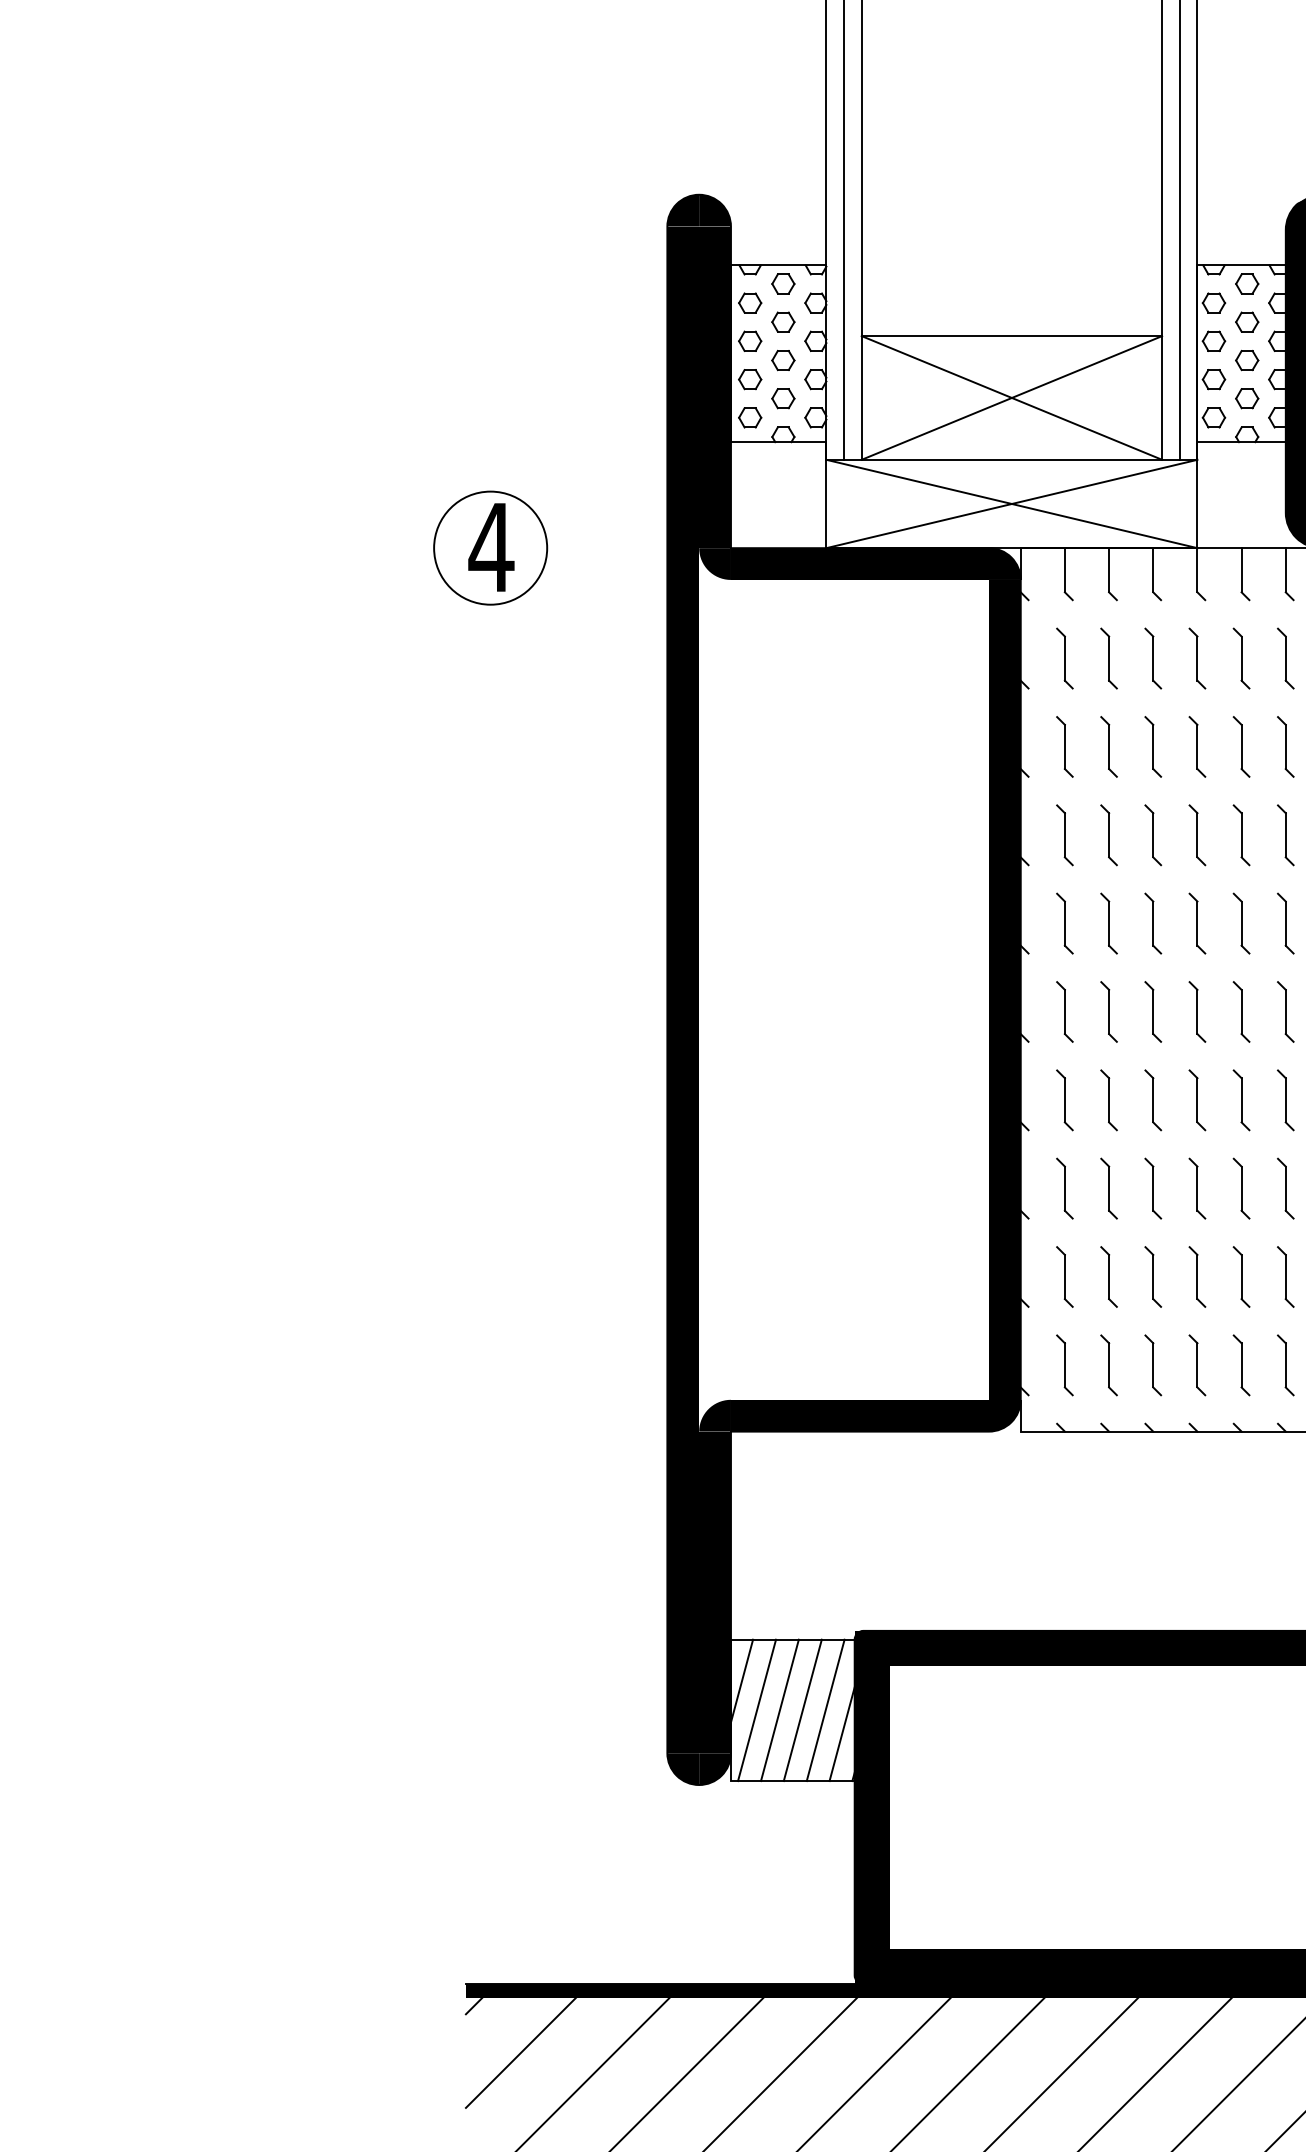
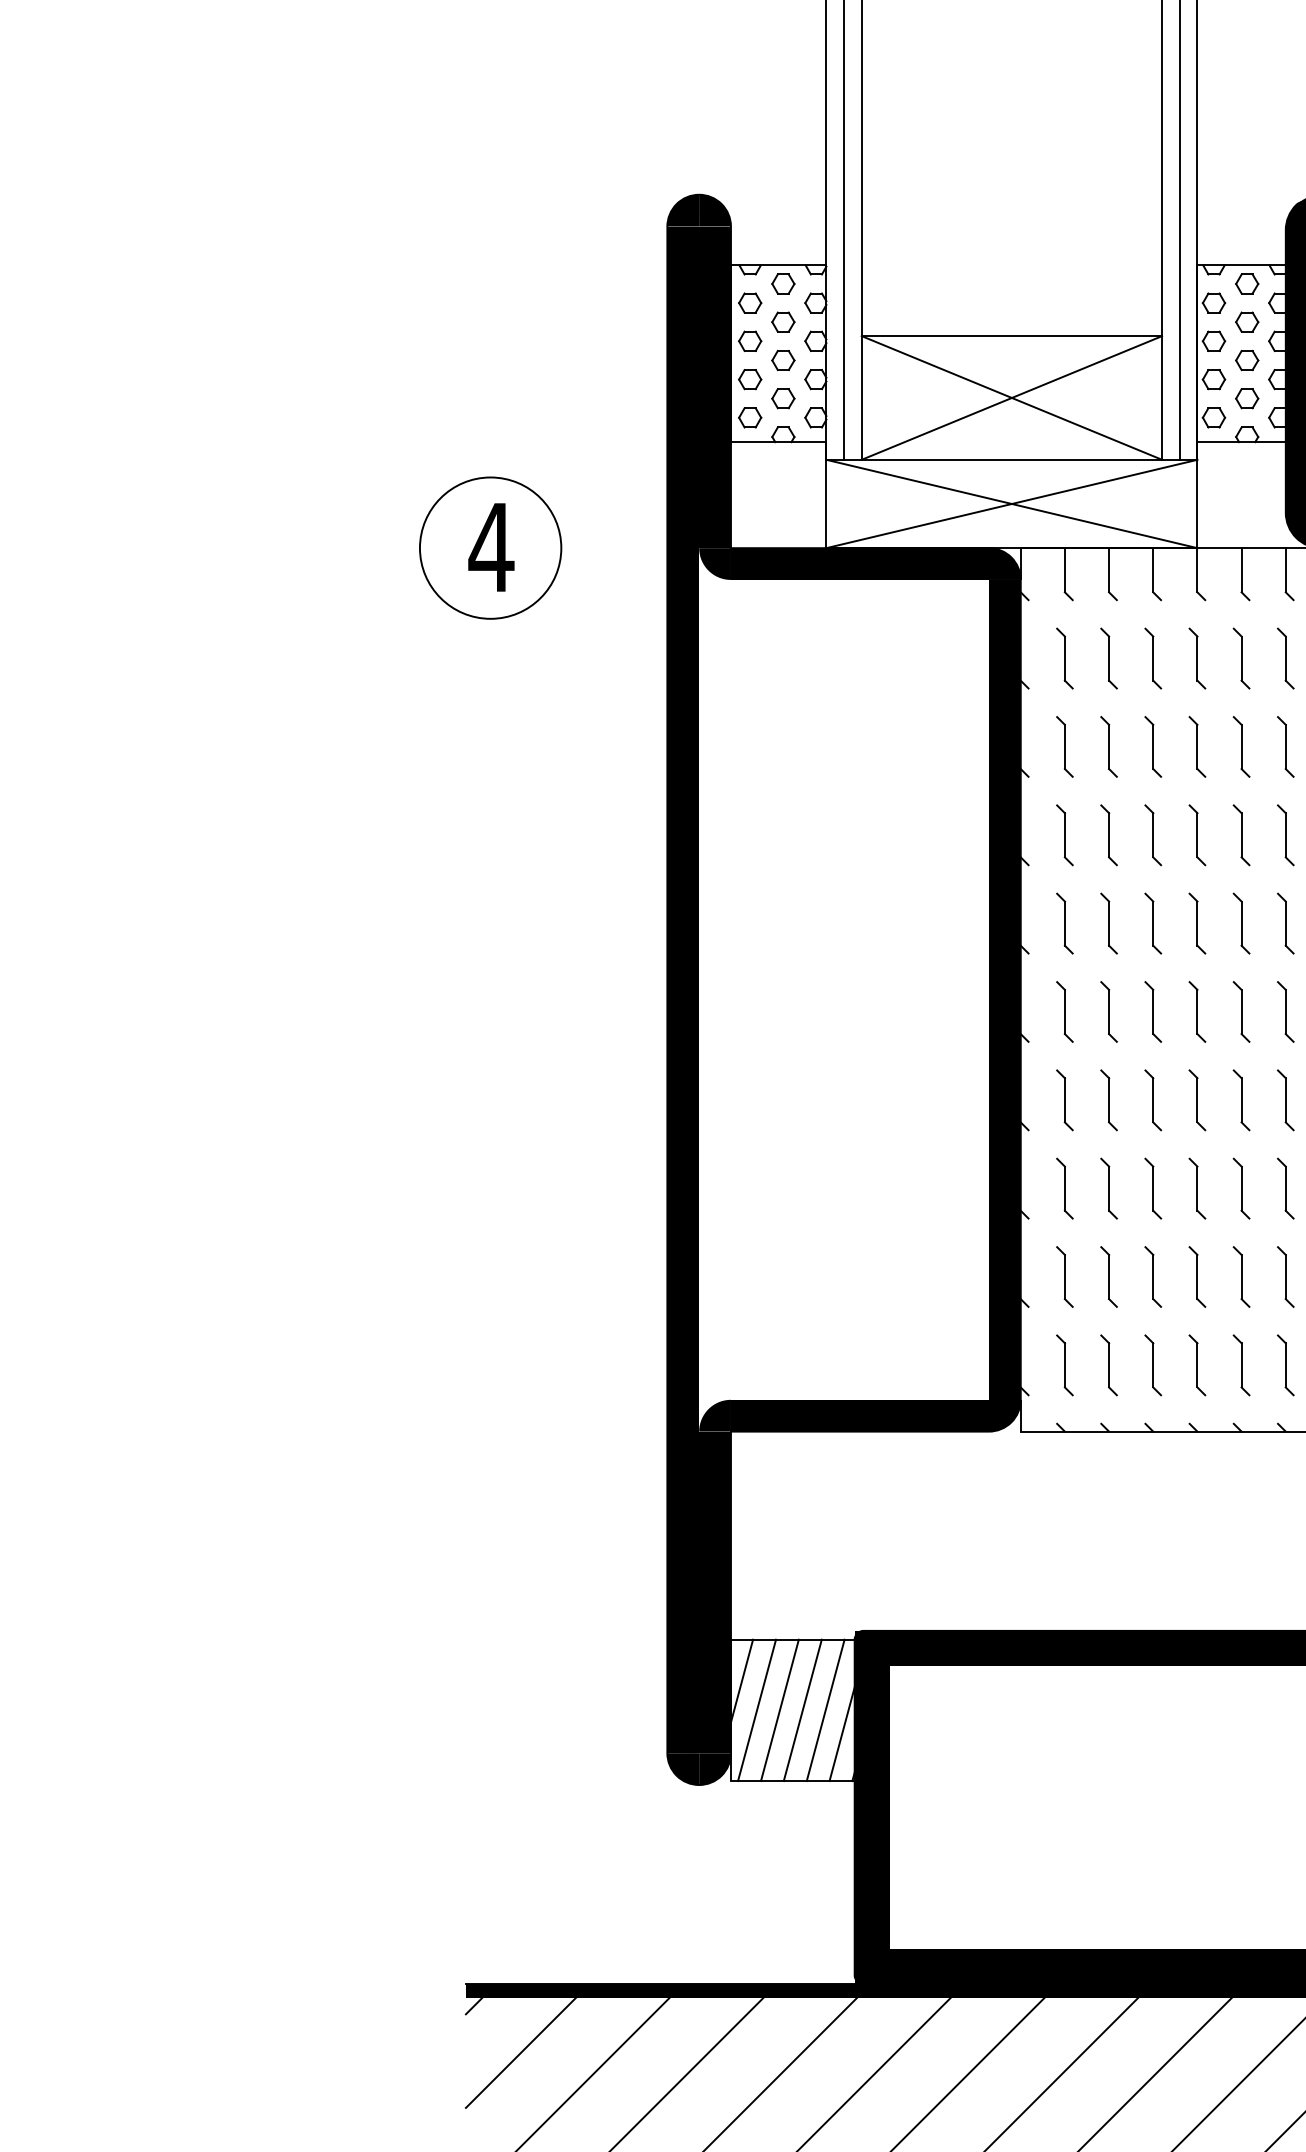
circle at (490, 547) diameter: 113 px -> 141 px
